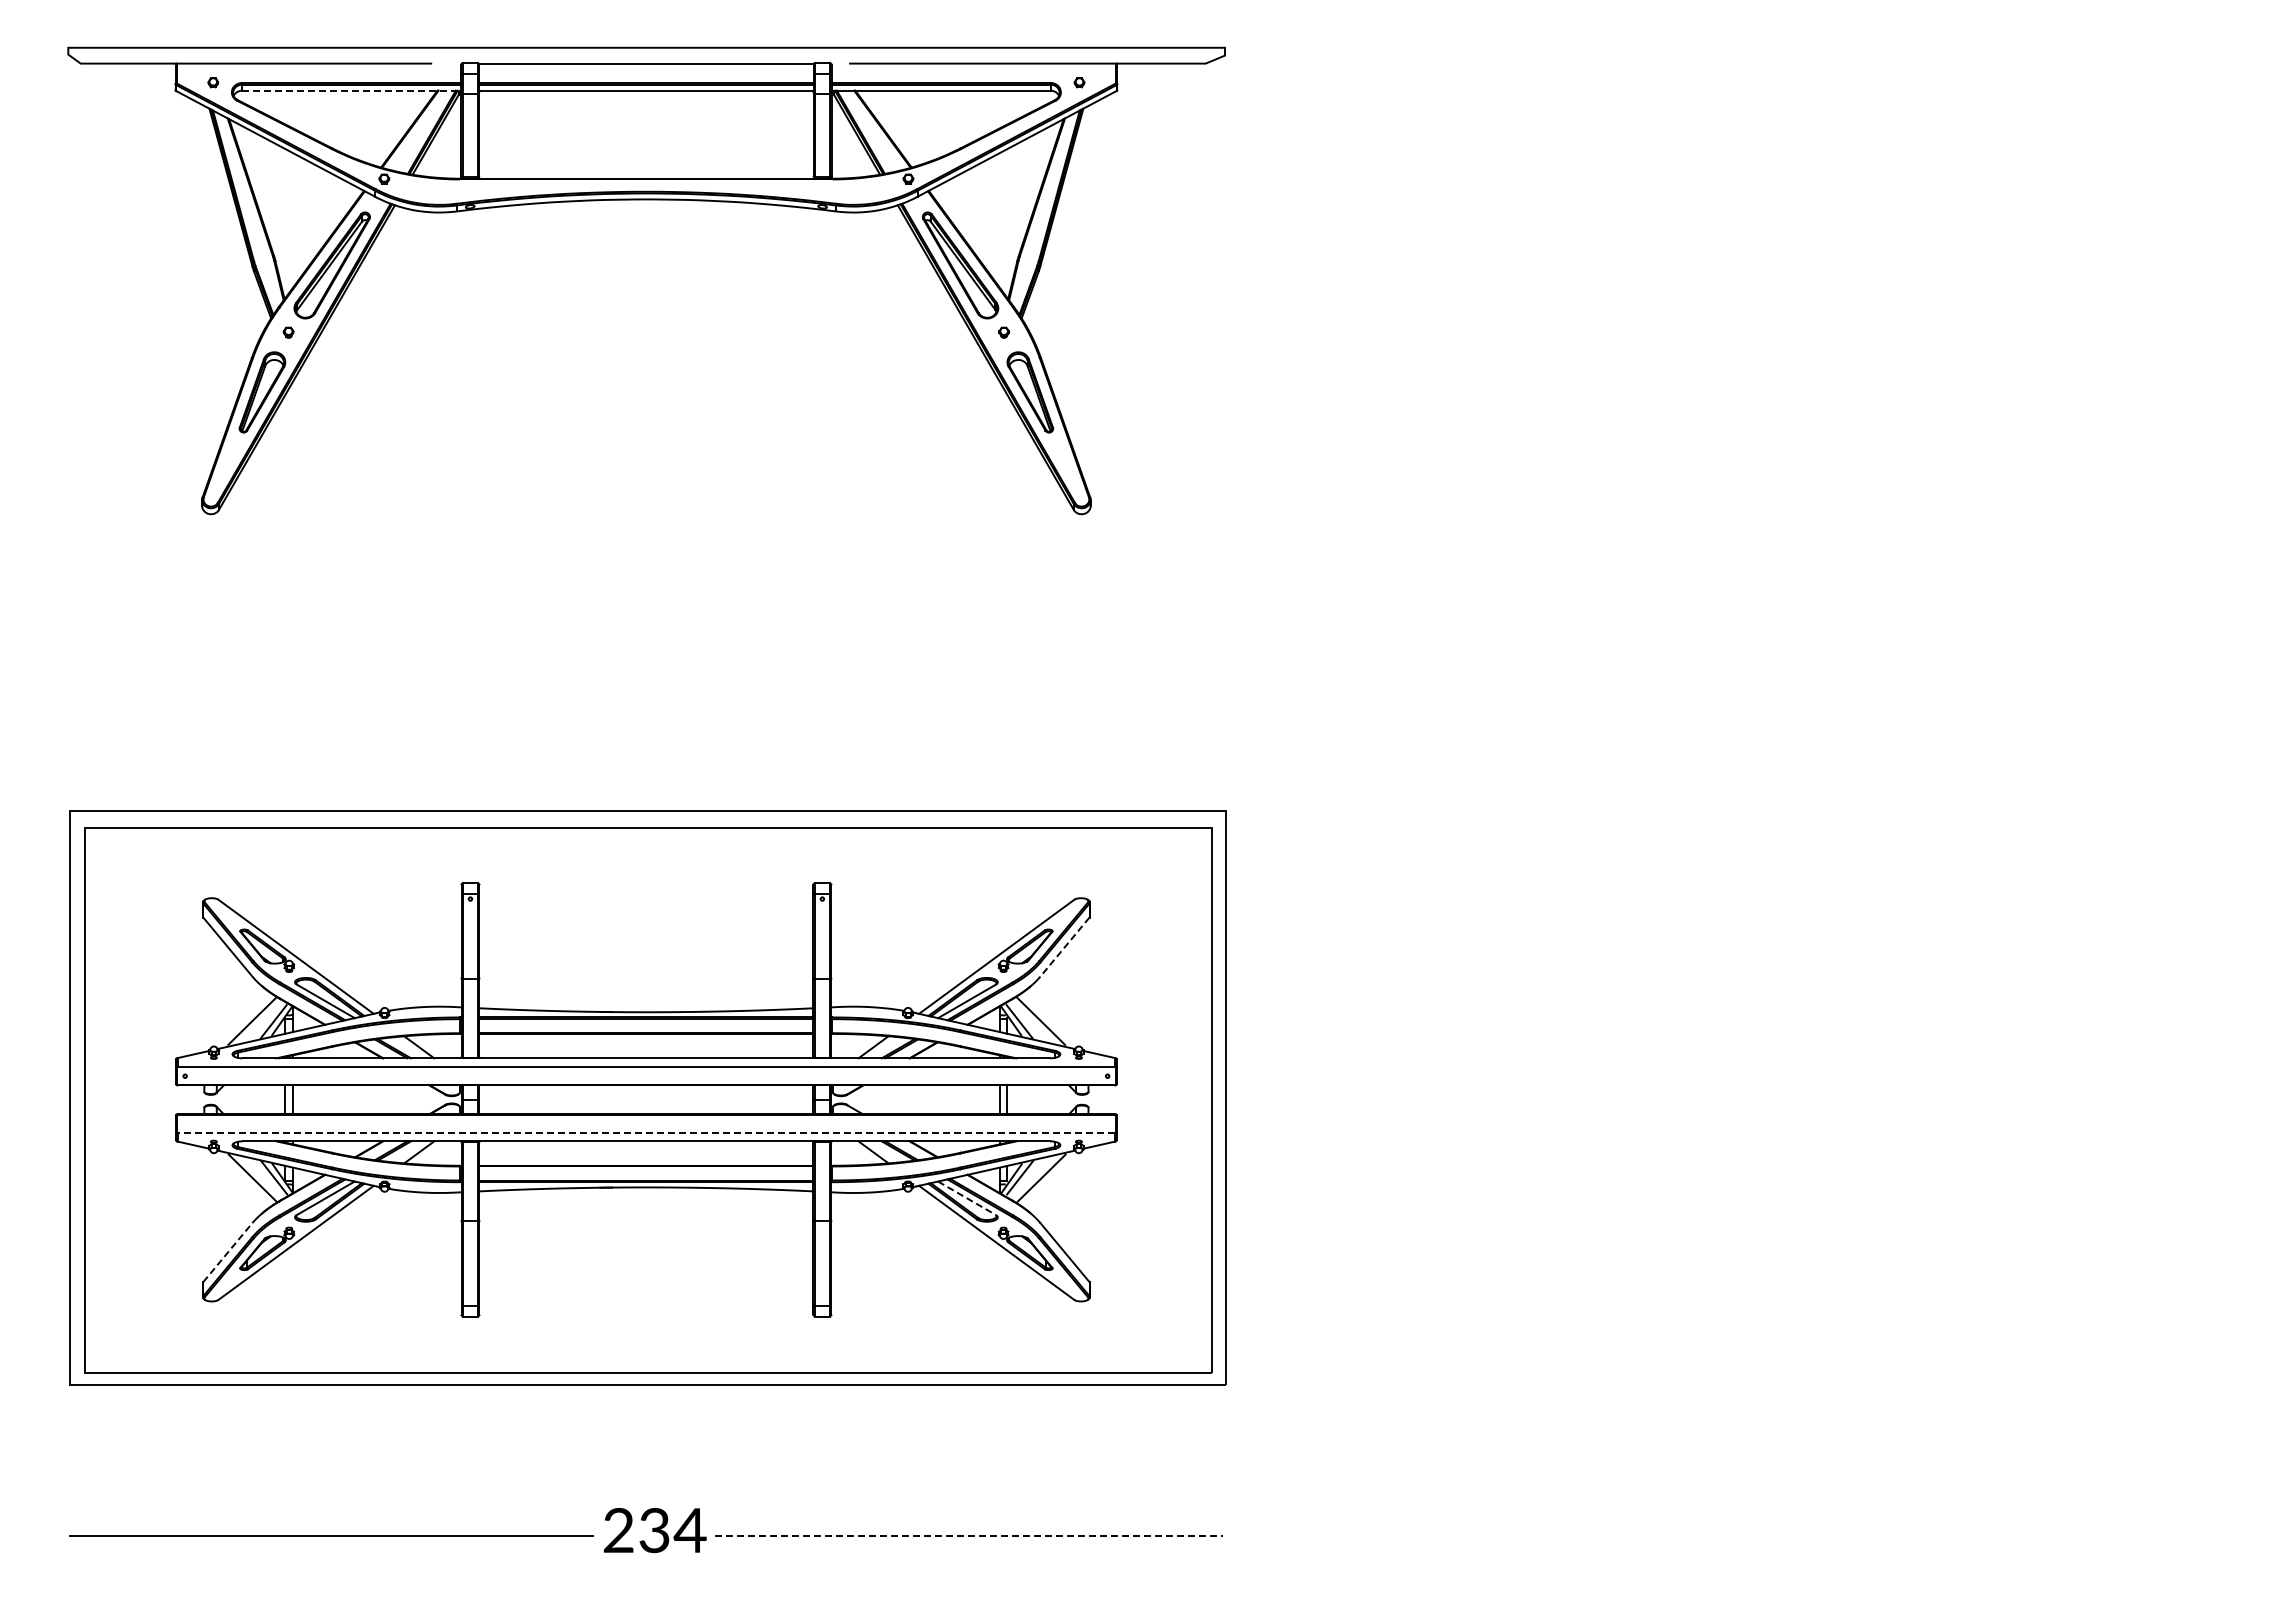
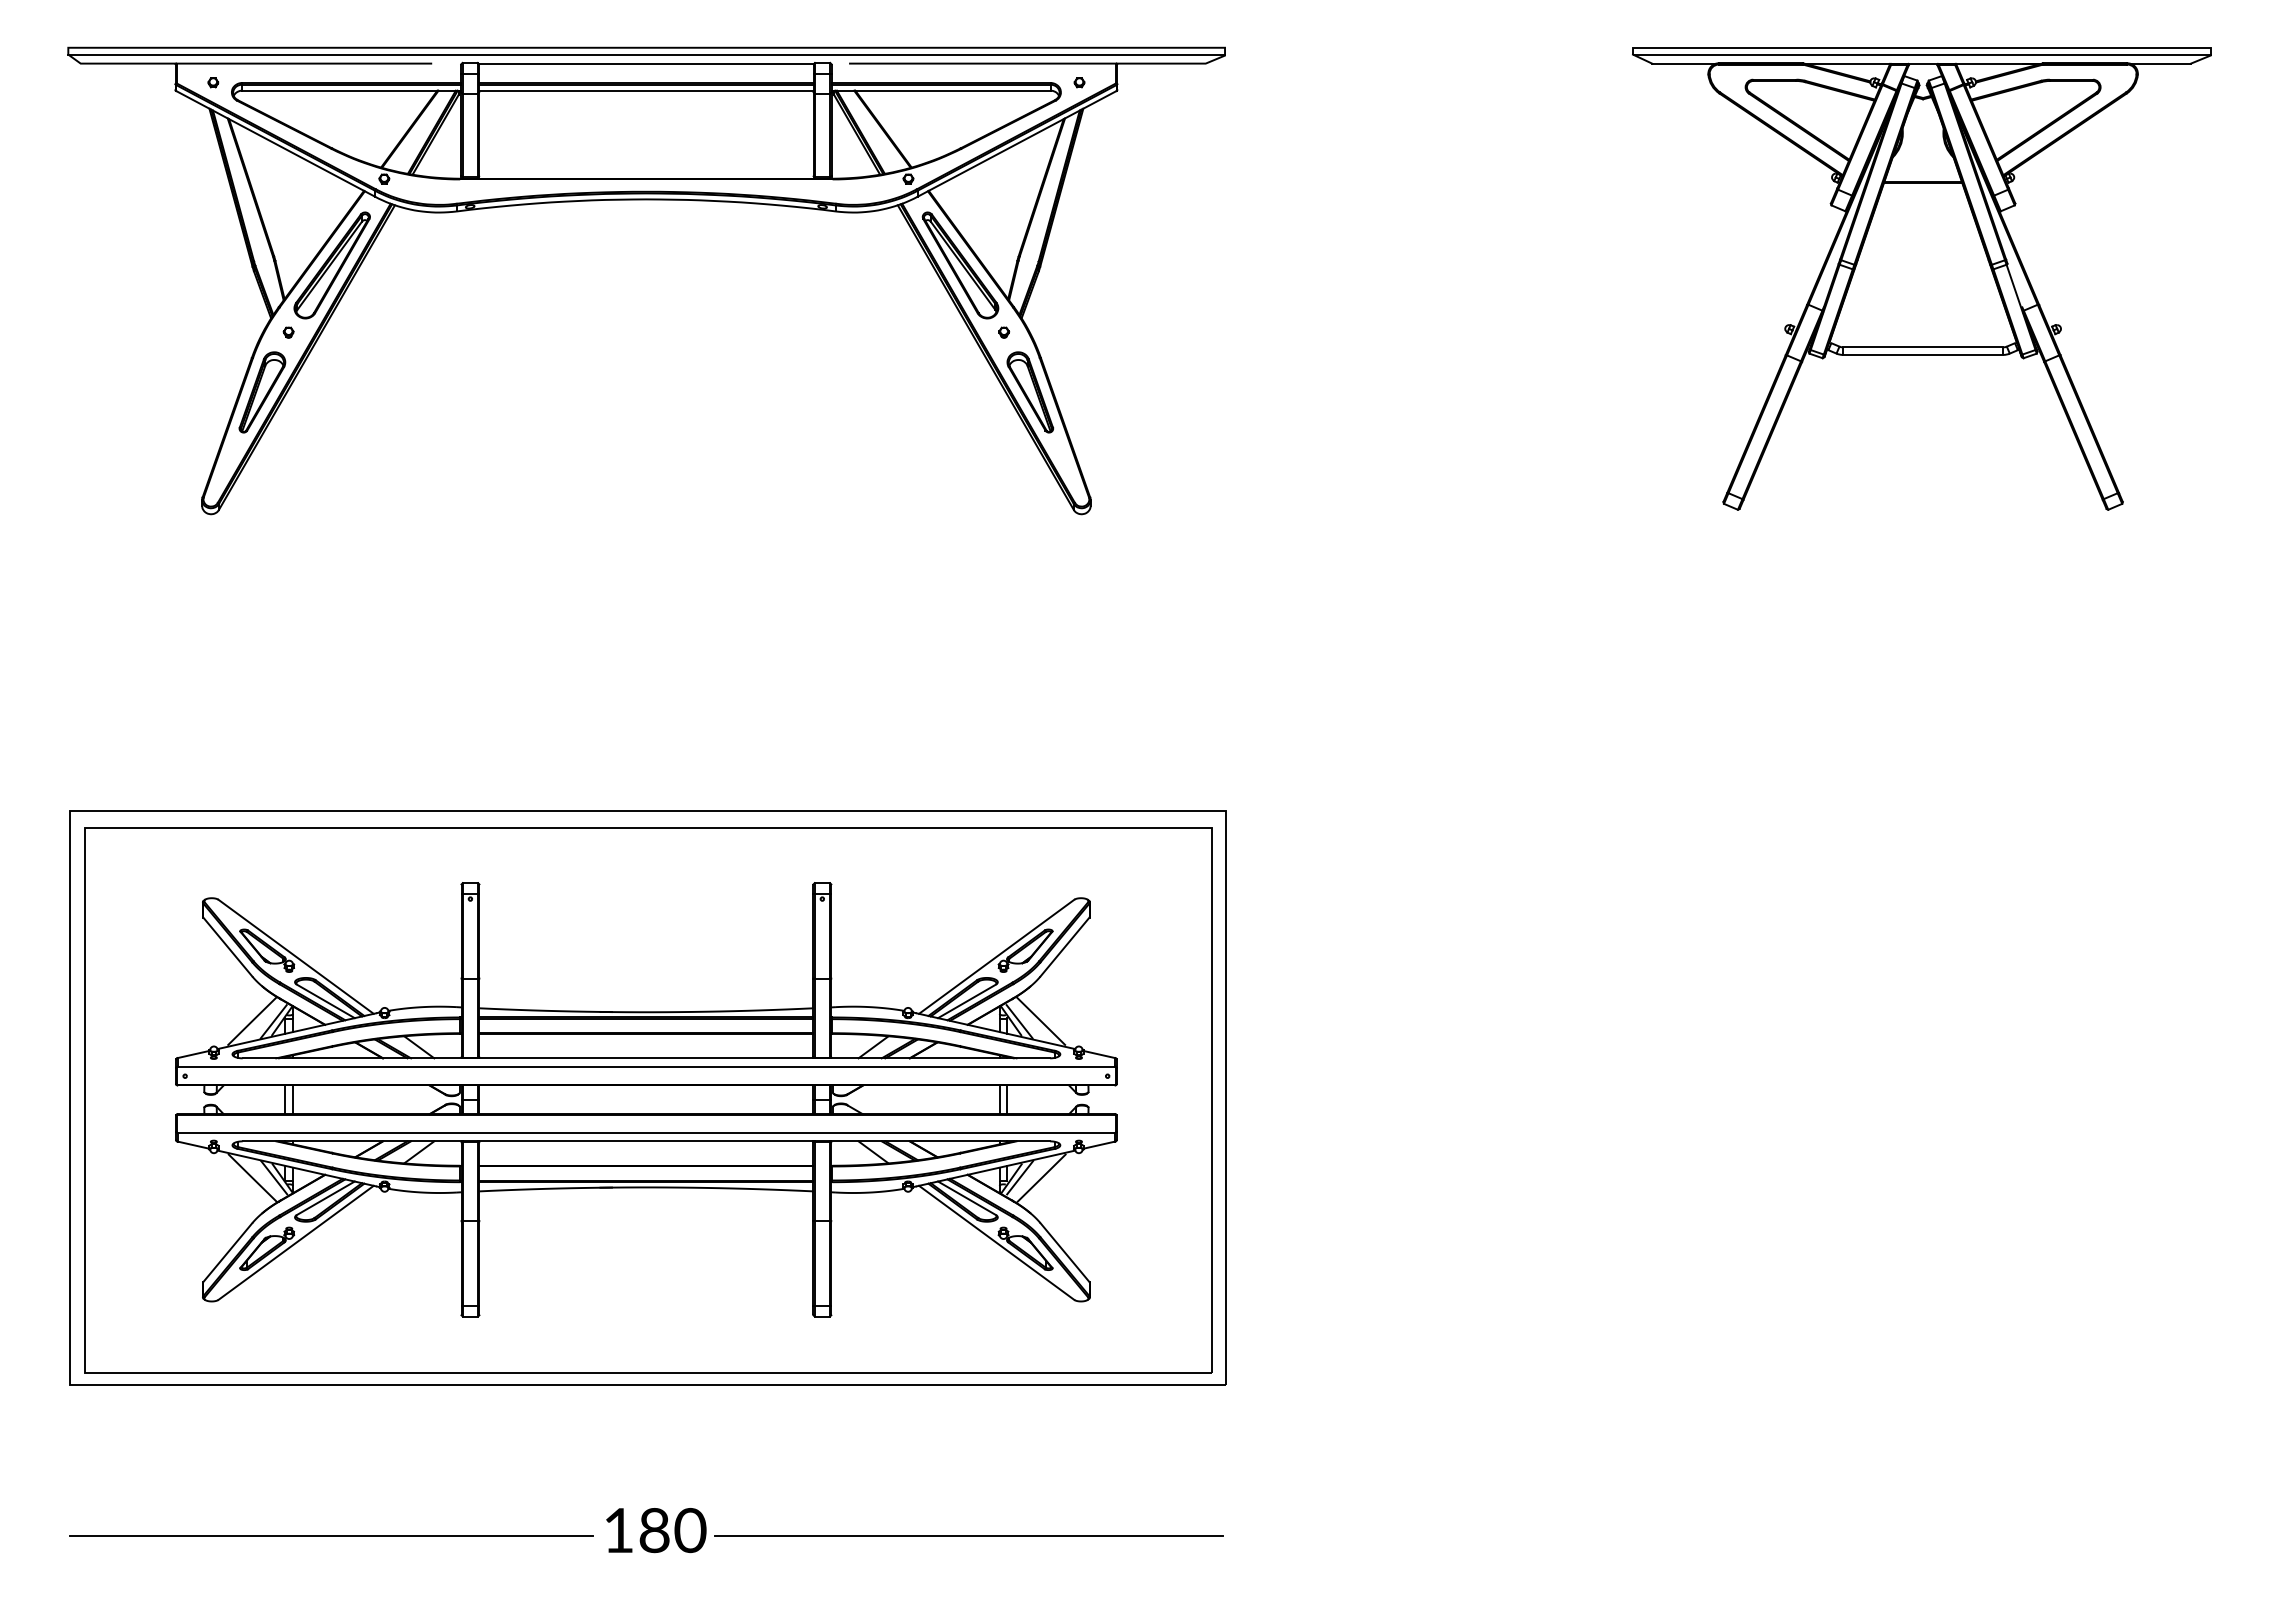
line at (646, 54): none -> present
line at (351, 90): dashed -> solid
part at (1921, 278): none -> present
line at (1064, 947): dashed -> solid
line at (646, 1133): dashed -> solid
line at (967, 1198): dashed -> solid
line at (228, 1252): dashed -> solid
text at (654, 1530): 234 -> 180
line at (968, 1535): dashed -> solid
